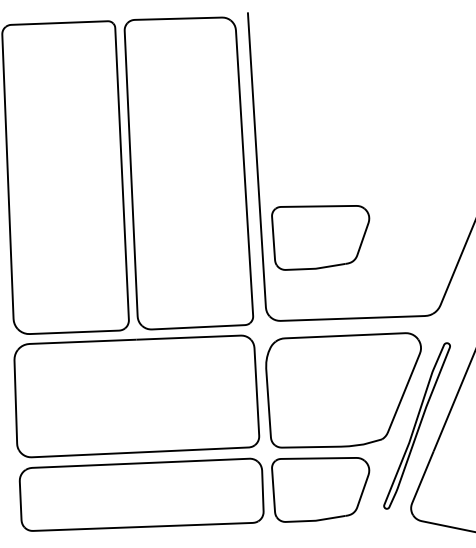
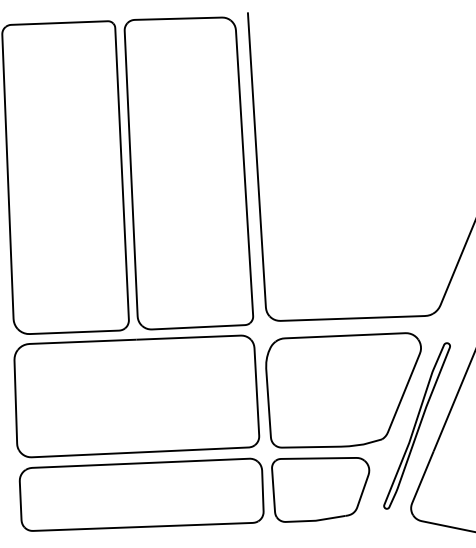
part at (320, 237): present -> none
